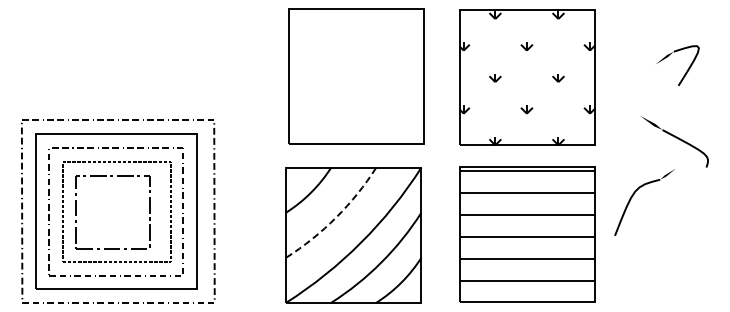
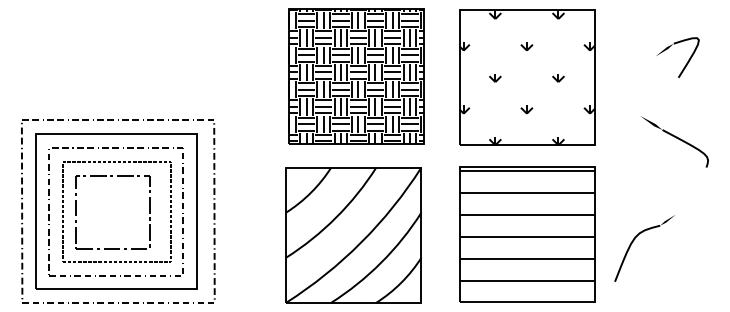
part at (685, 72) position: (685, 72) -> (685, 64)
hatch at (355, 76): none -> present
part at (633, 196) position: (633, 196) -> (633, 242)
line at (336, 217): dashed -> solid
